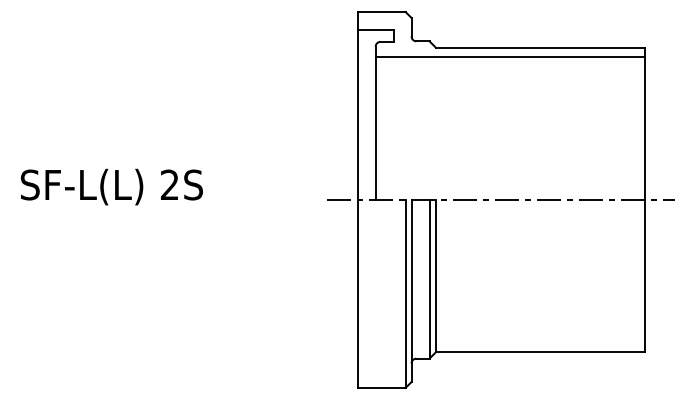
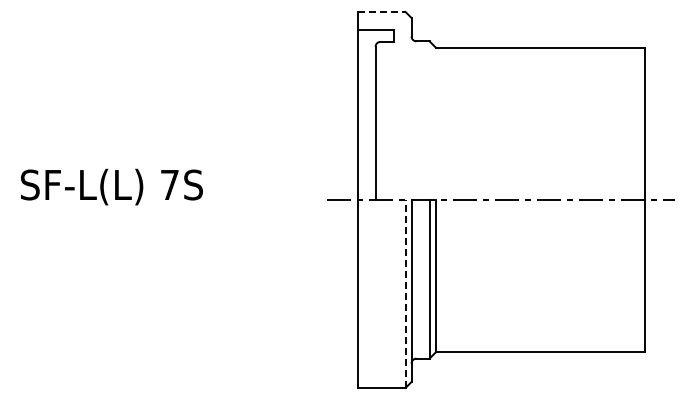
line at (381, 11): solid -> dashed
line at (510, 56): present -> none
text at (169, 184): 2S -> 7S
line at (405, 293): solid -> dashed
